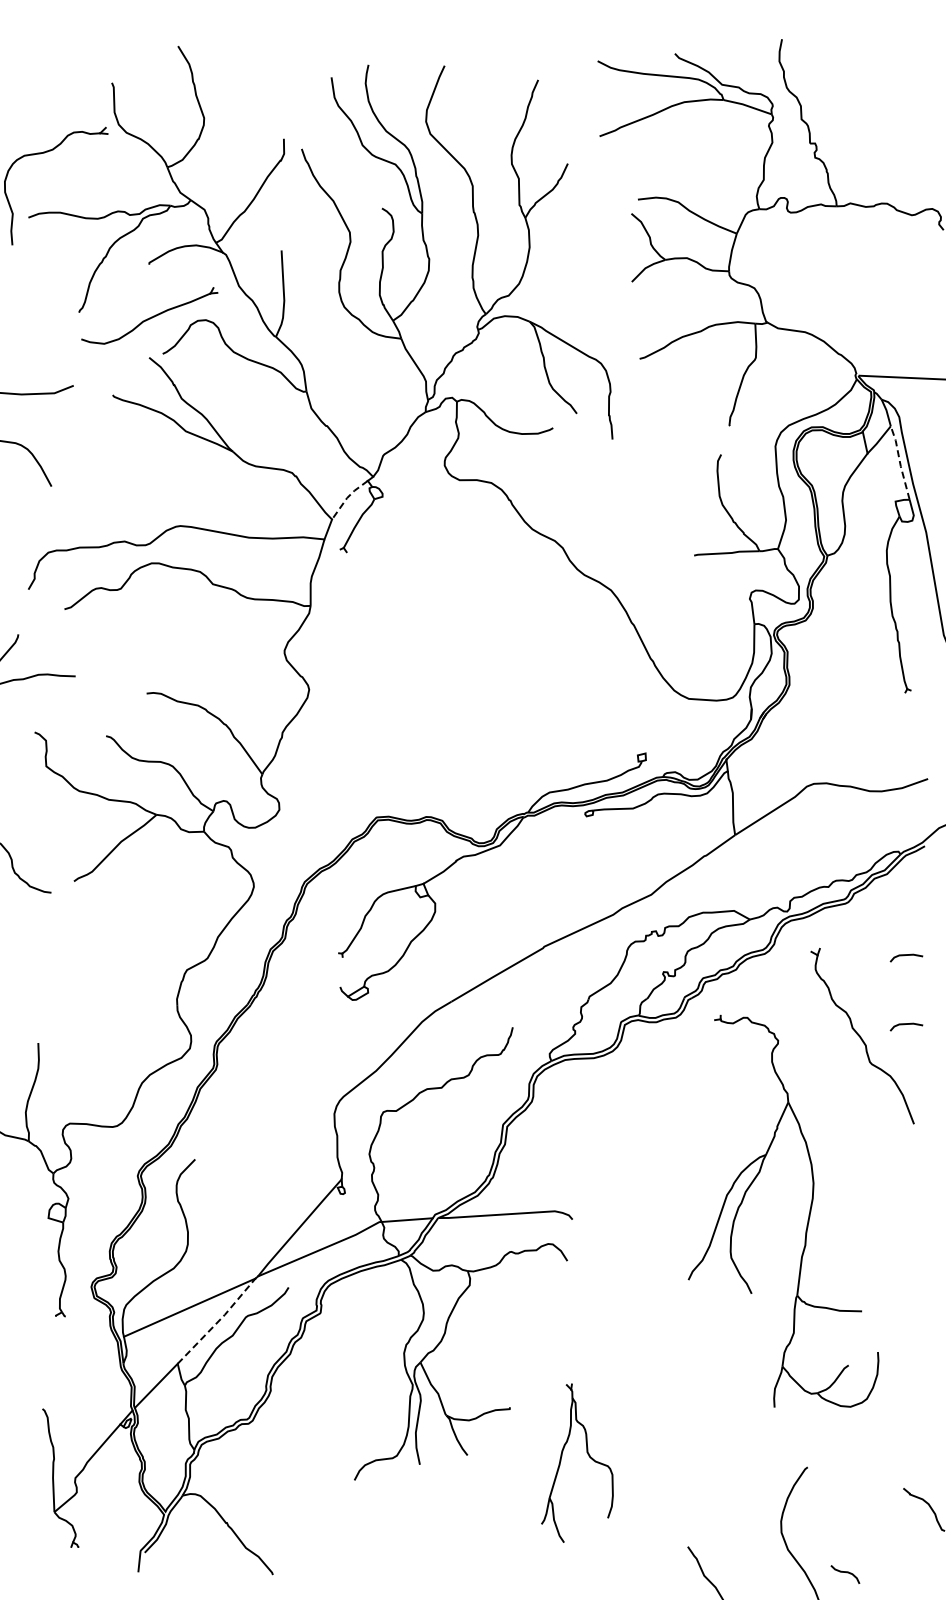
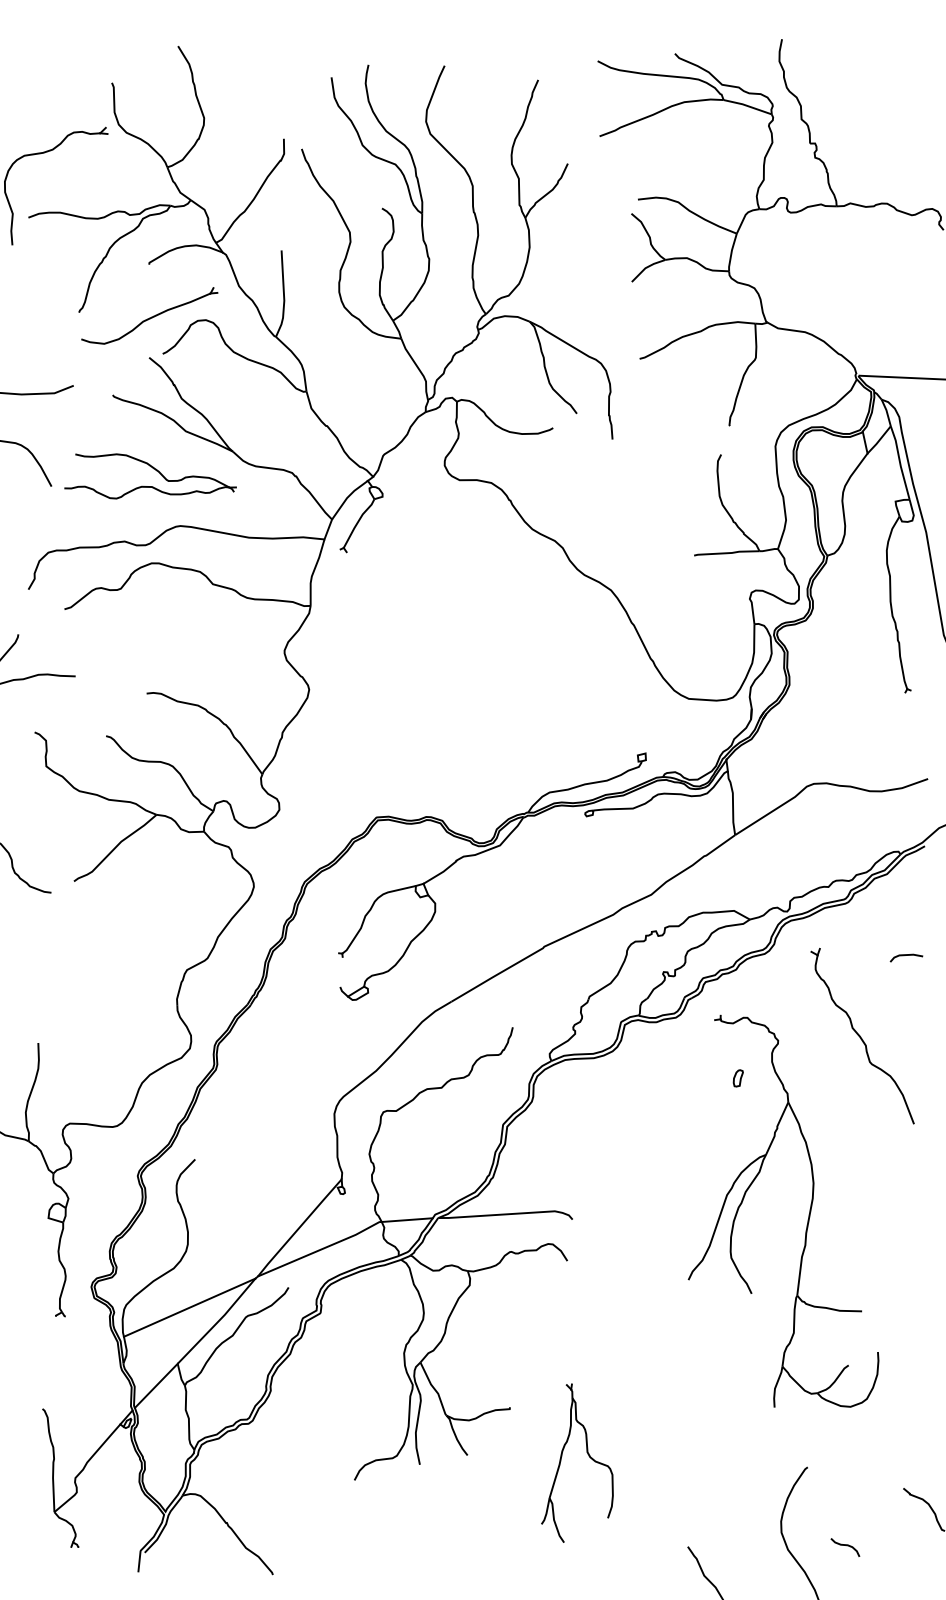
line at (900, 462): dashed -> solid
part at (153, 469): none -> present
line at (347, 498): dashed -> solid
line at (906, 1024): present -> none
part at (737, 1078): none -> present
line at (218, 1321): dashed -> solid
curve at (846, 1573) position: (846, 1573) -> (846, 1546)
